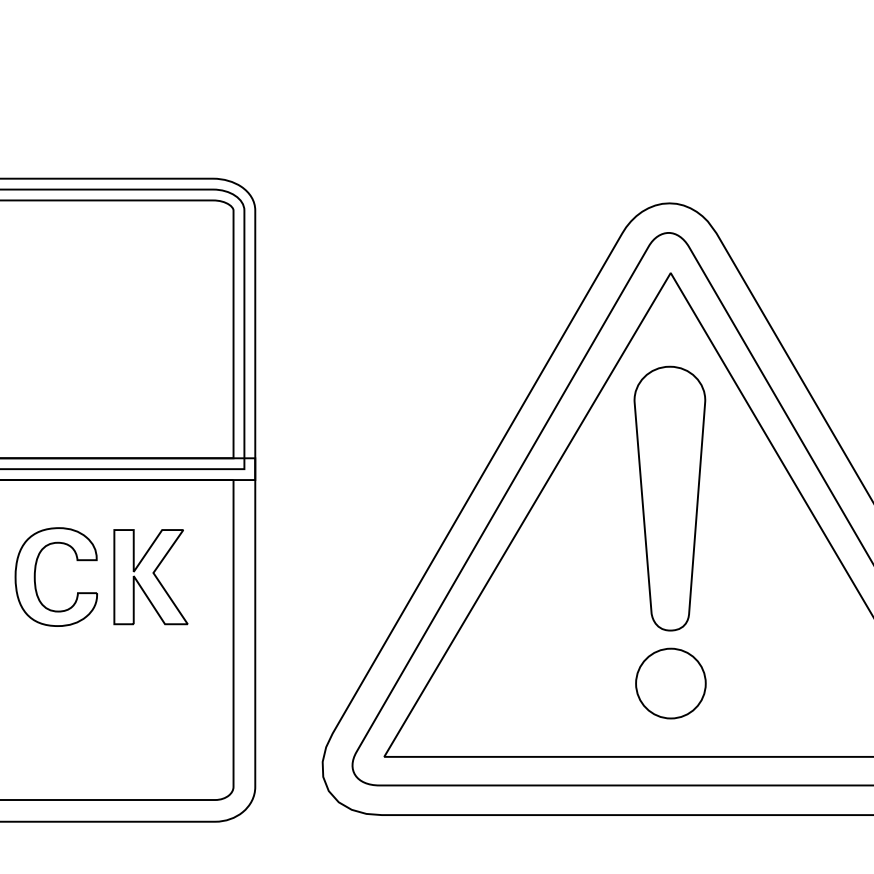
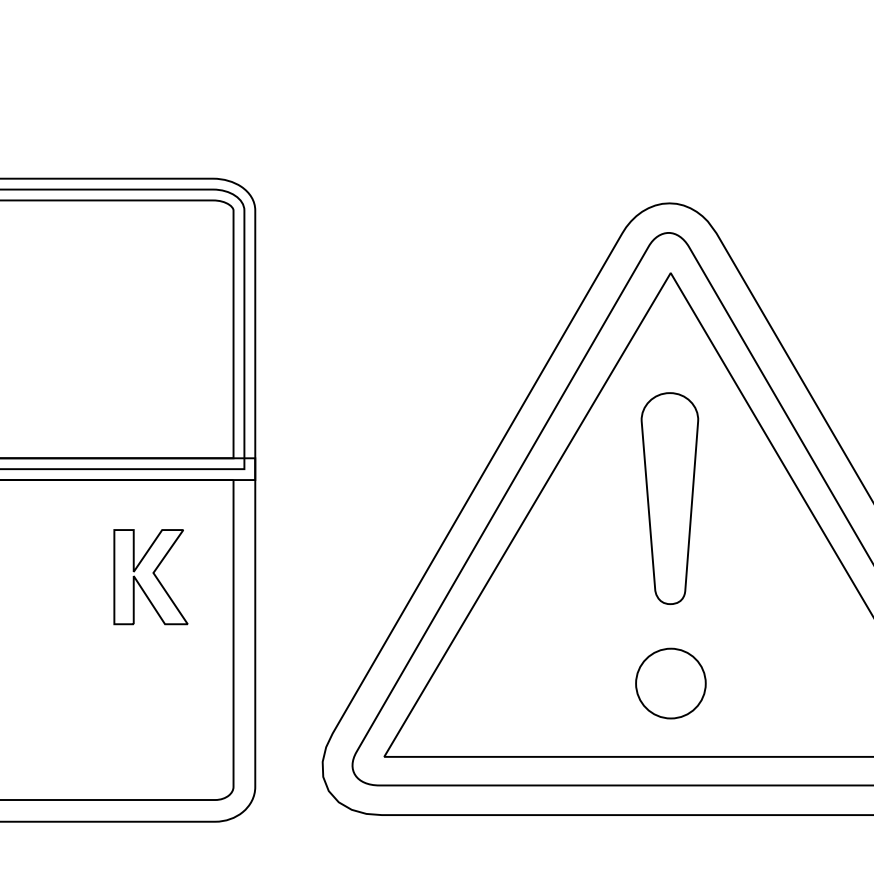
part at (669, 498) size: 74x267 px -> 60x213 px
part at (35, 576): present -> none
